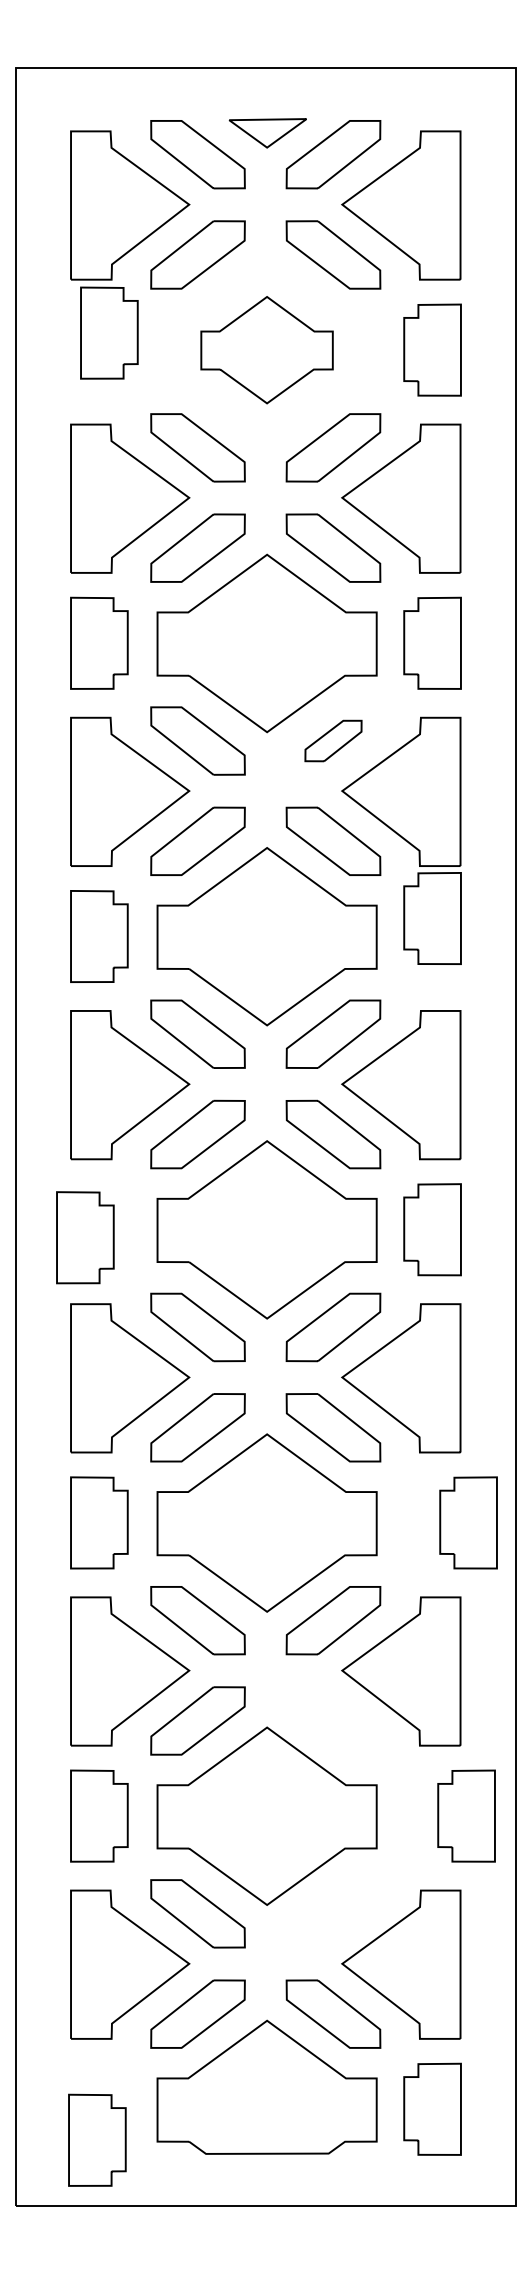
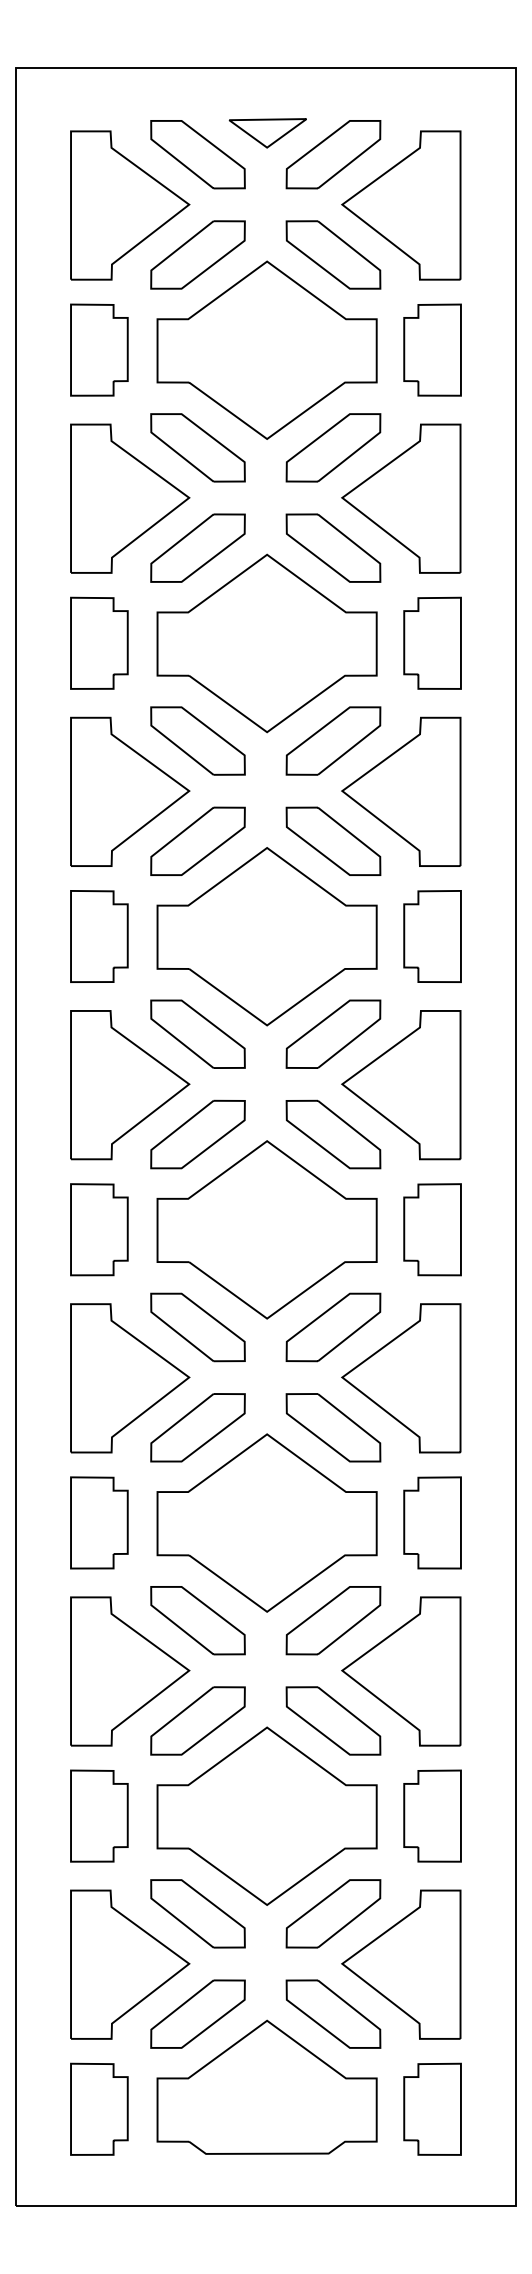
part at (109, 332) position: (109, 332) -> (99, 349)
part at (266, 350) size: 134x109 px -> 222x180 px
part at (333, 740) size: 59x44 px -> 97x70 px
part at (432, 918) position: (432, 918) -> (432, 936)
part at (85, 1237) position: (85, 1237) -> (99, 1229)
part at (468, 1522) position: (468, 1522) -> (432, 1522)
part at (333, 1720): none -> present
part at (466, 1815) position: (466, 1815) -> (432, 1815)
part at (333, 1913): none -> present
part at (97, 2139) position: (97, 2139) -> (99, 2108)
